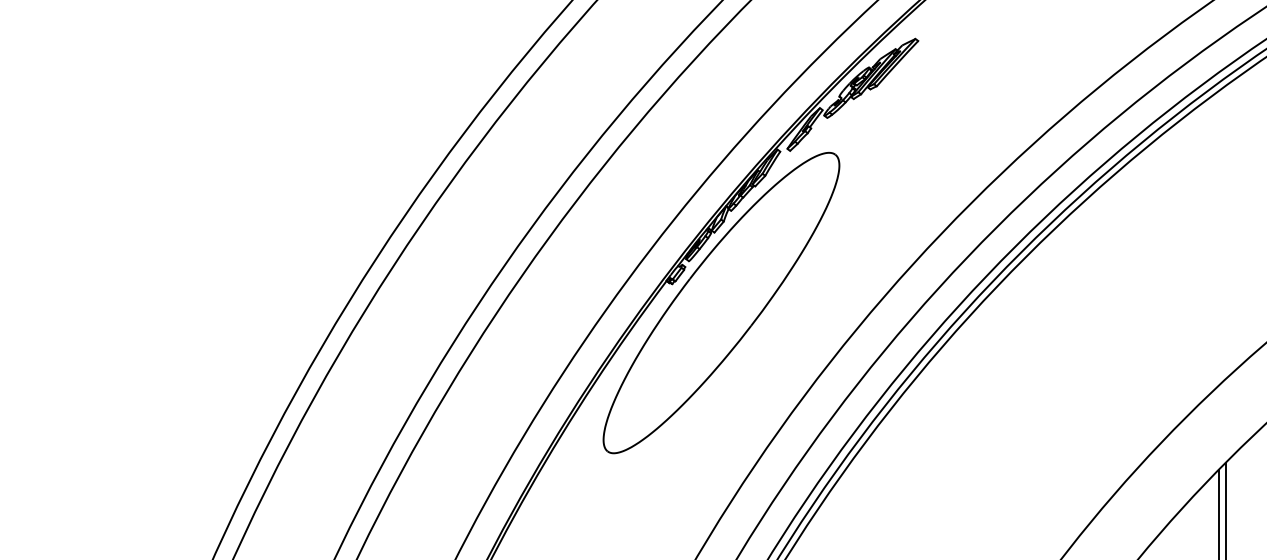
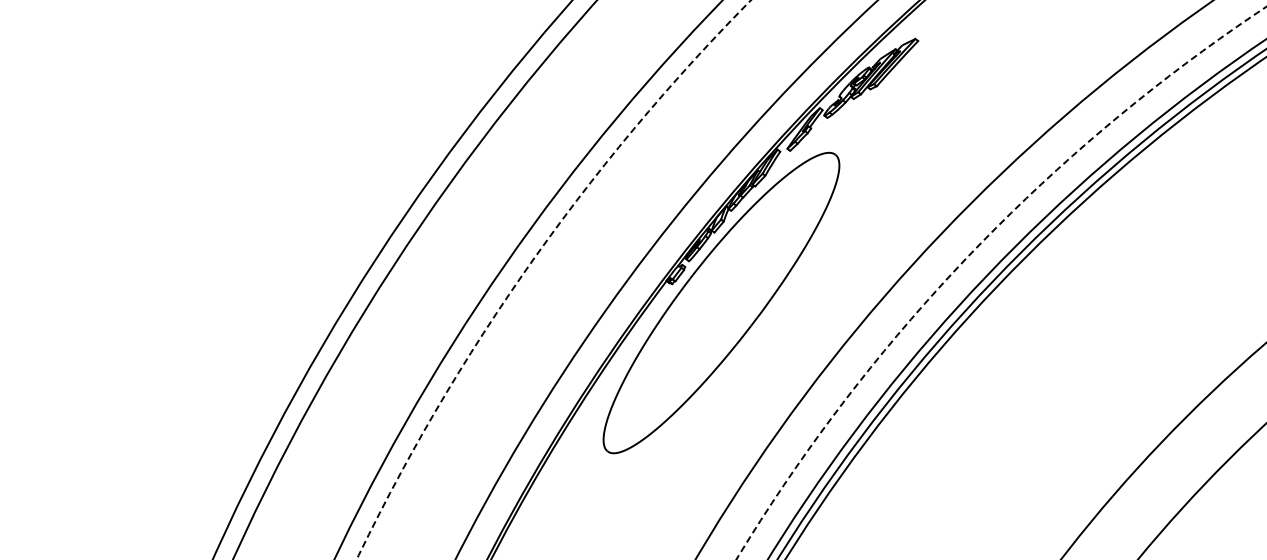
arc at (530, 264): solid -> dashed
circle at (1001, 282): solid -> dashed
line at (1225, 509): present -> none
line at (1218, 512): present -> none
